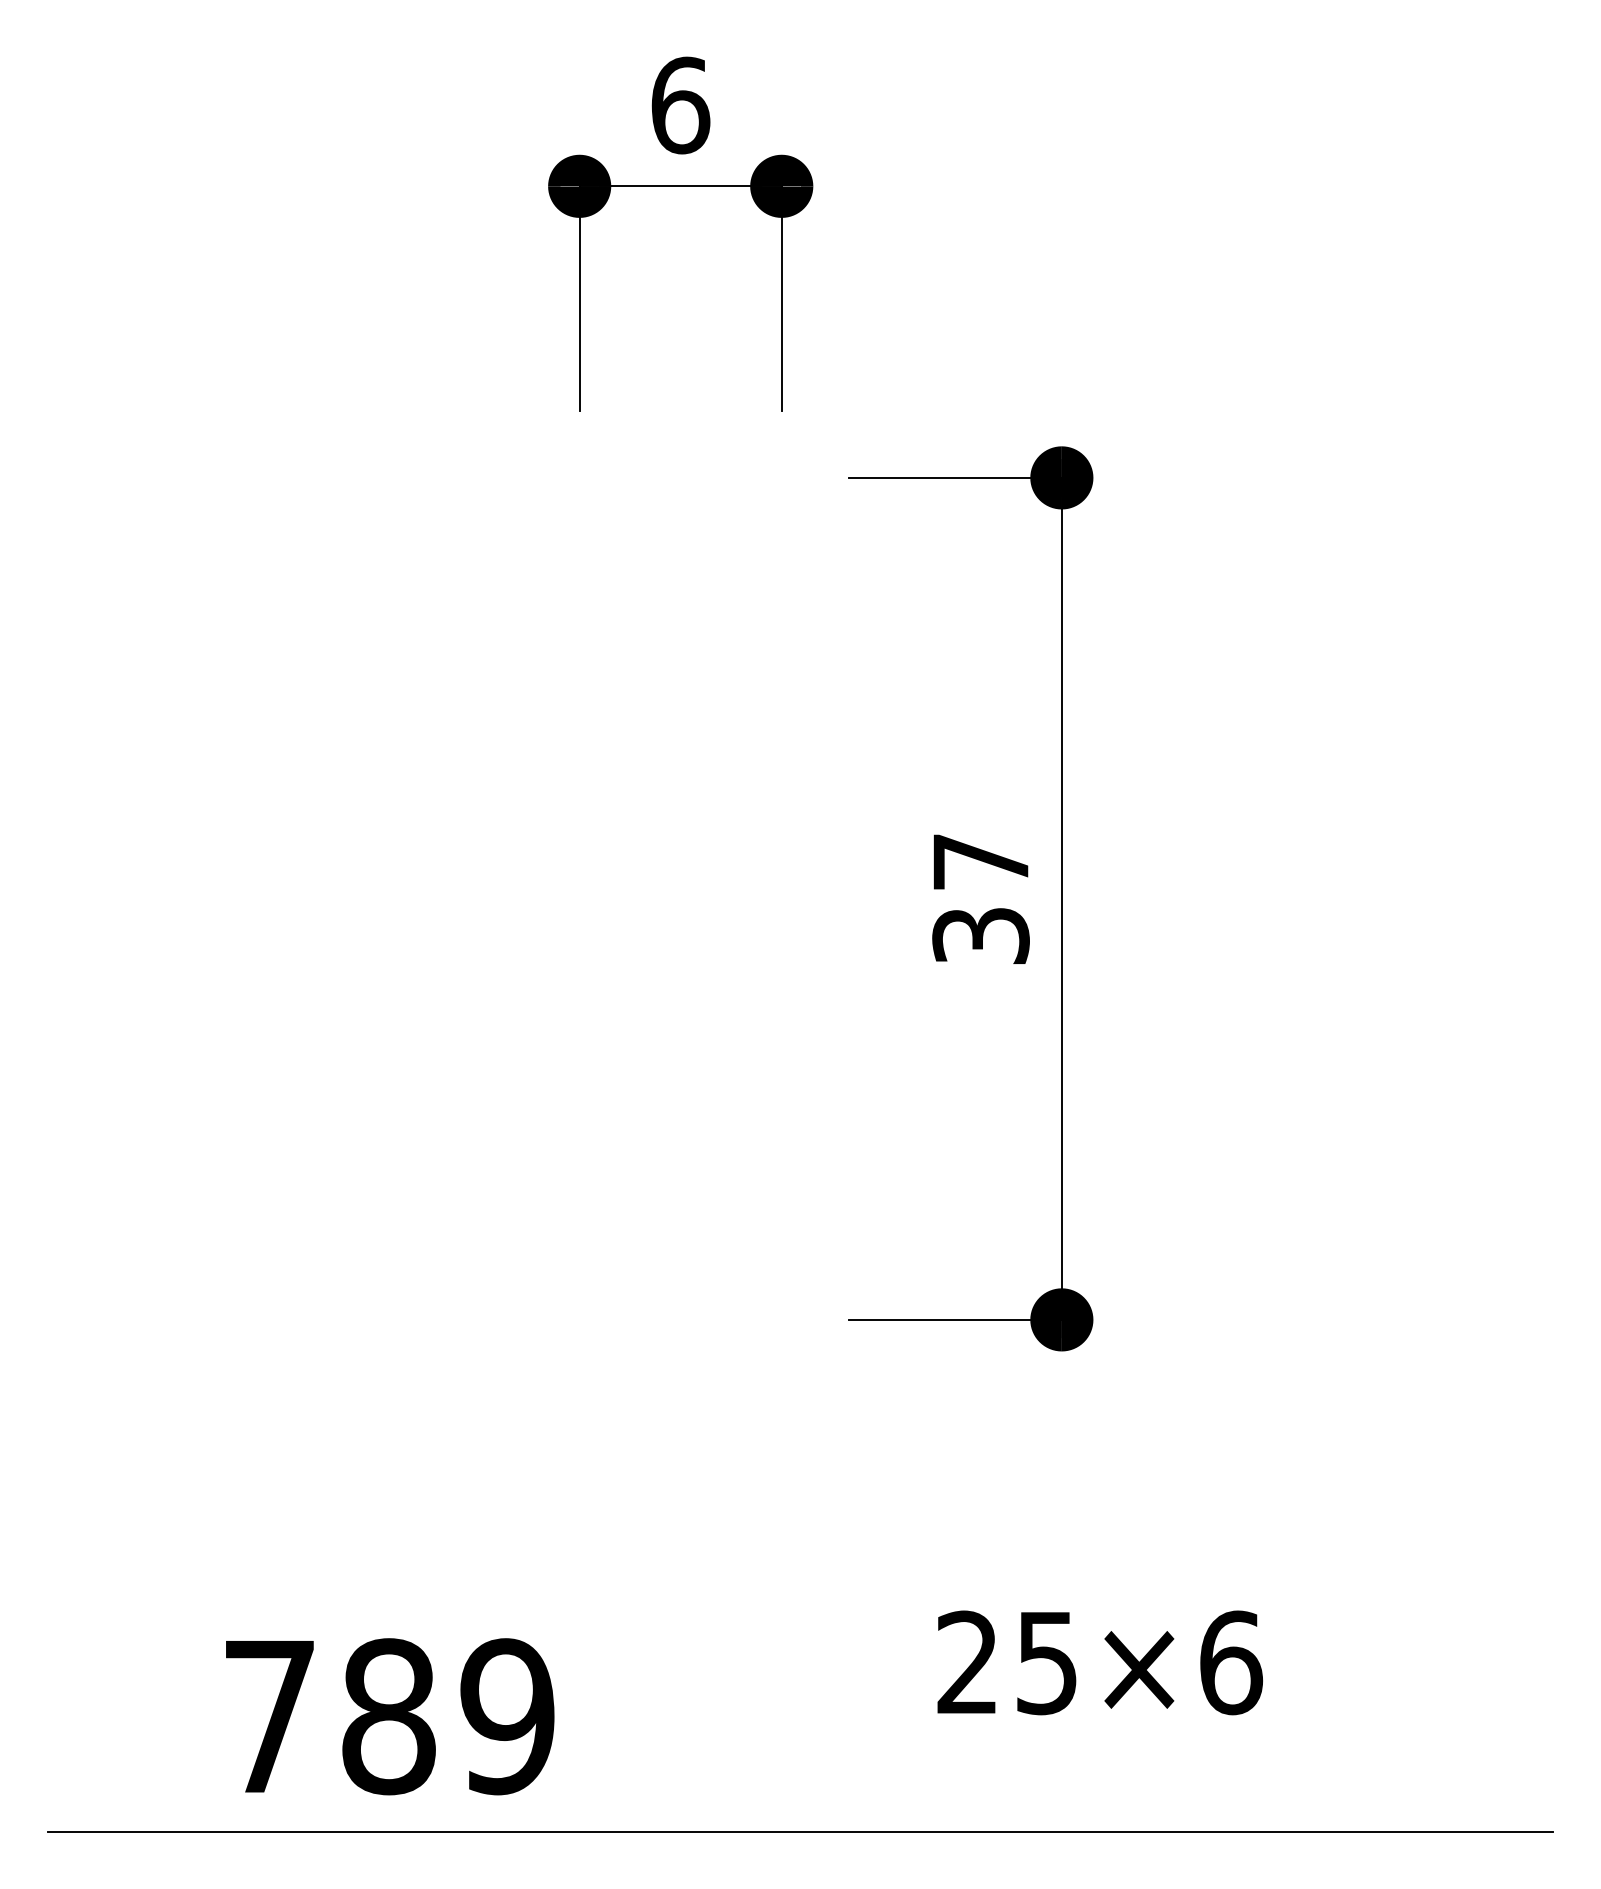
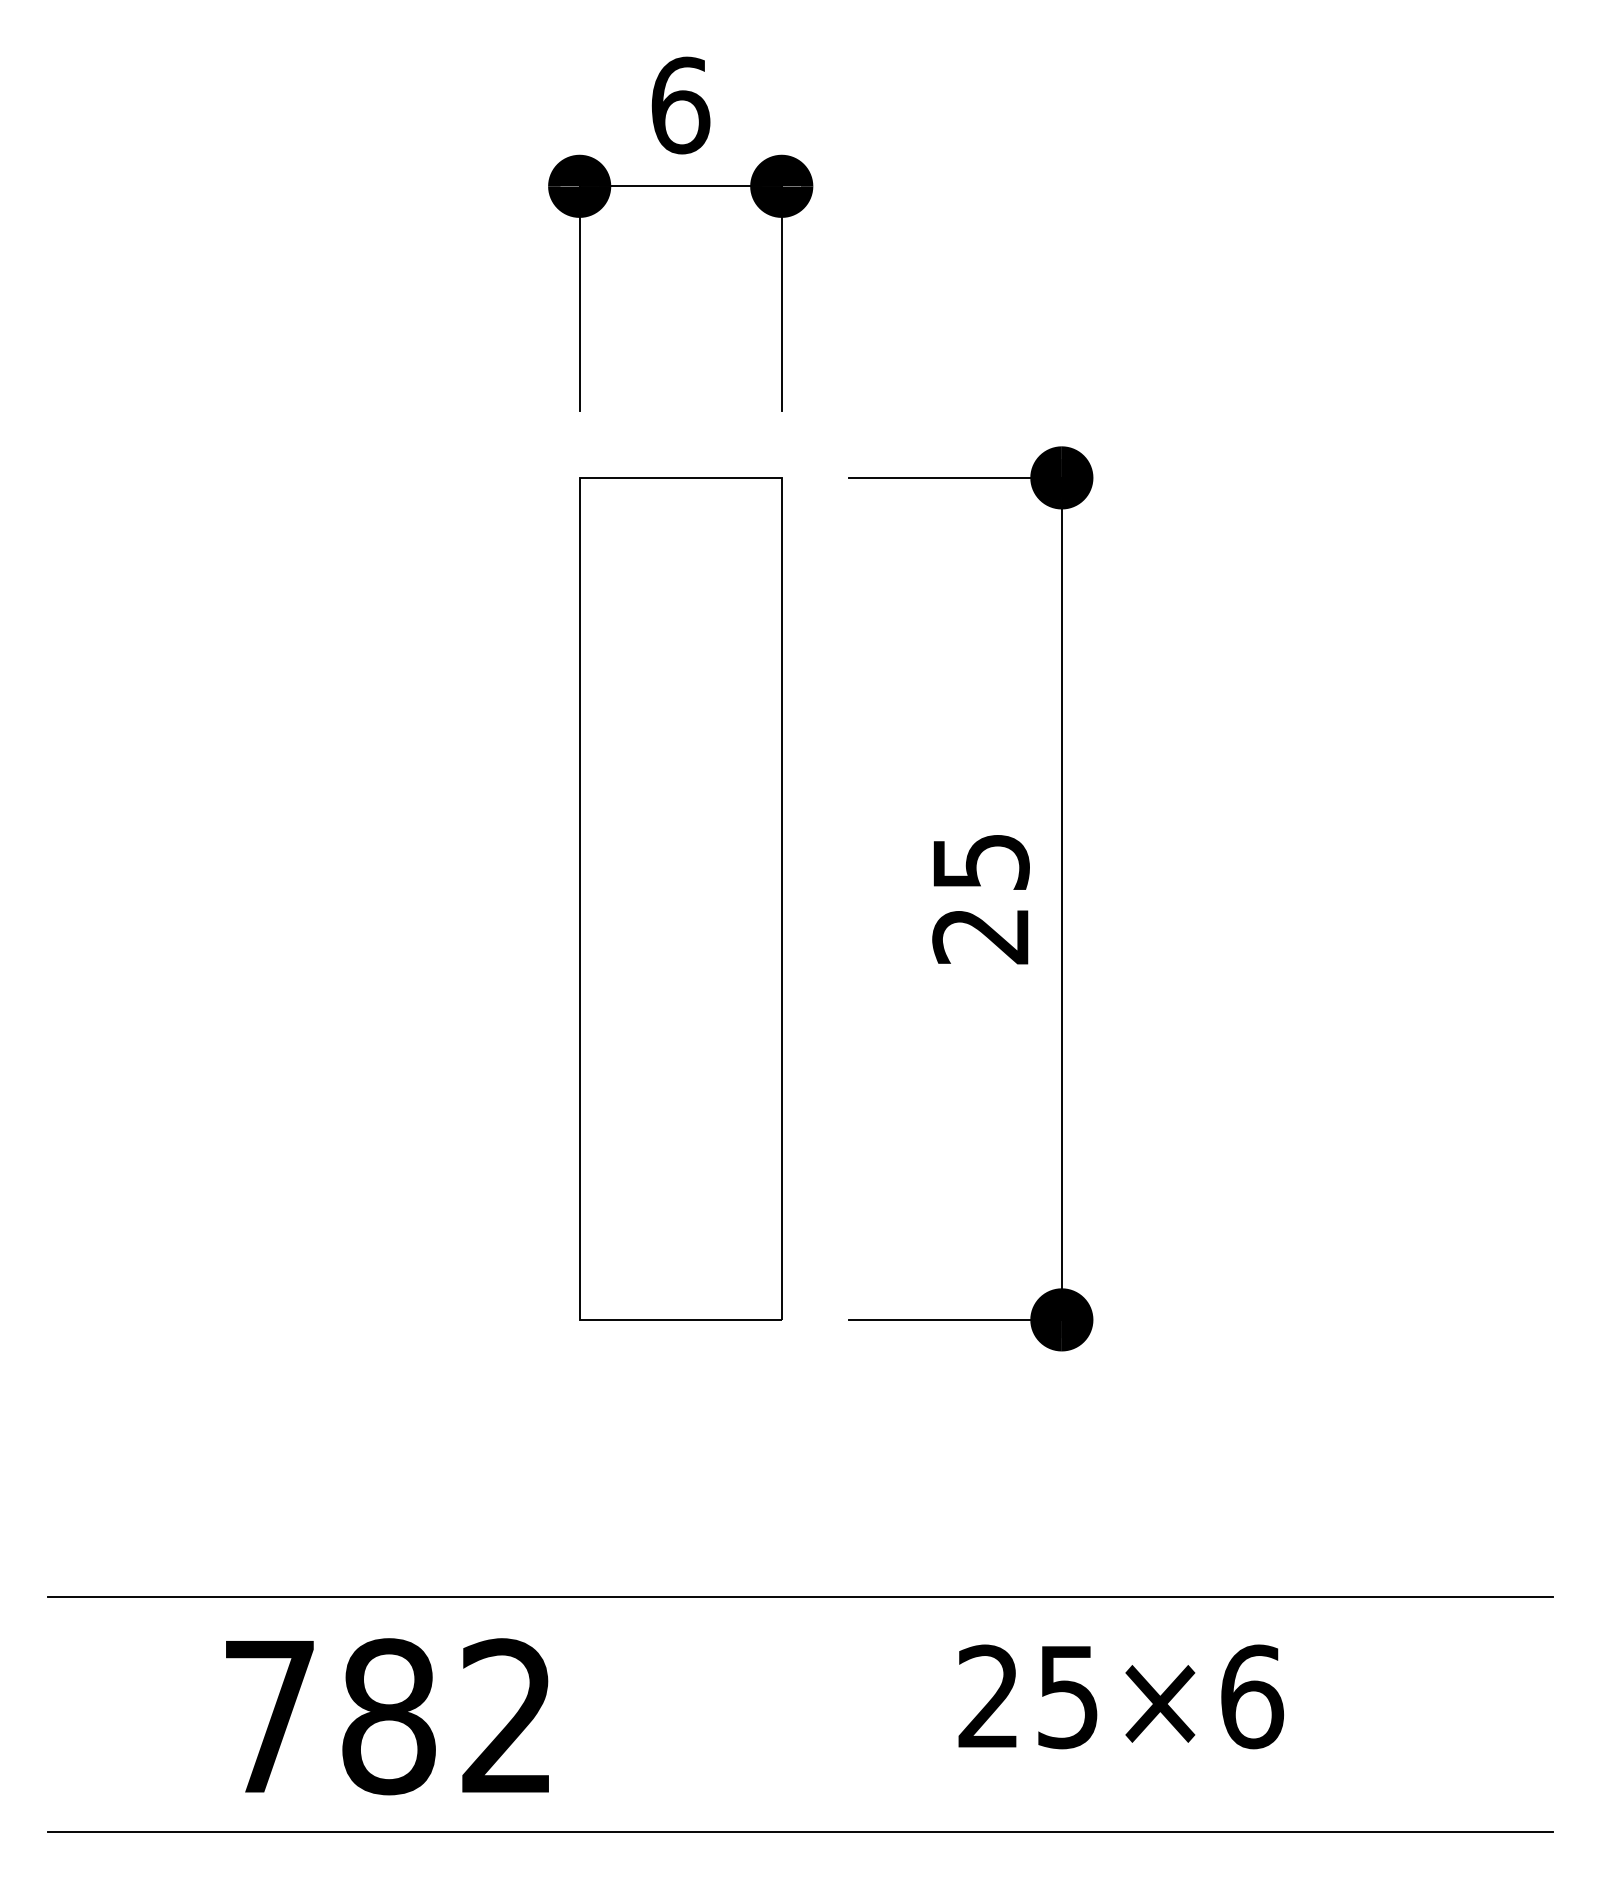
part at (680, 898): none -> present
text at (980, 899): 37 -> 25
line at (800, 1596): none -> present
text at (1099, 1662) position: (1099, 1662) -> (1120, 1696)
text at (507, 1716): 789 -> 782
